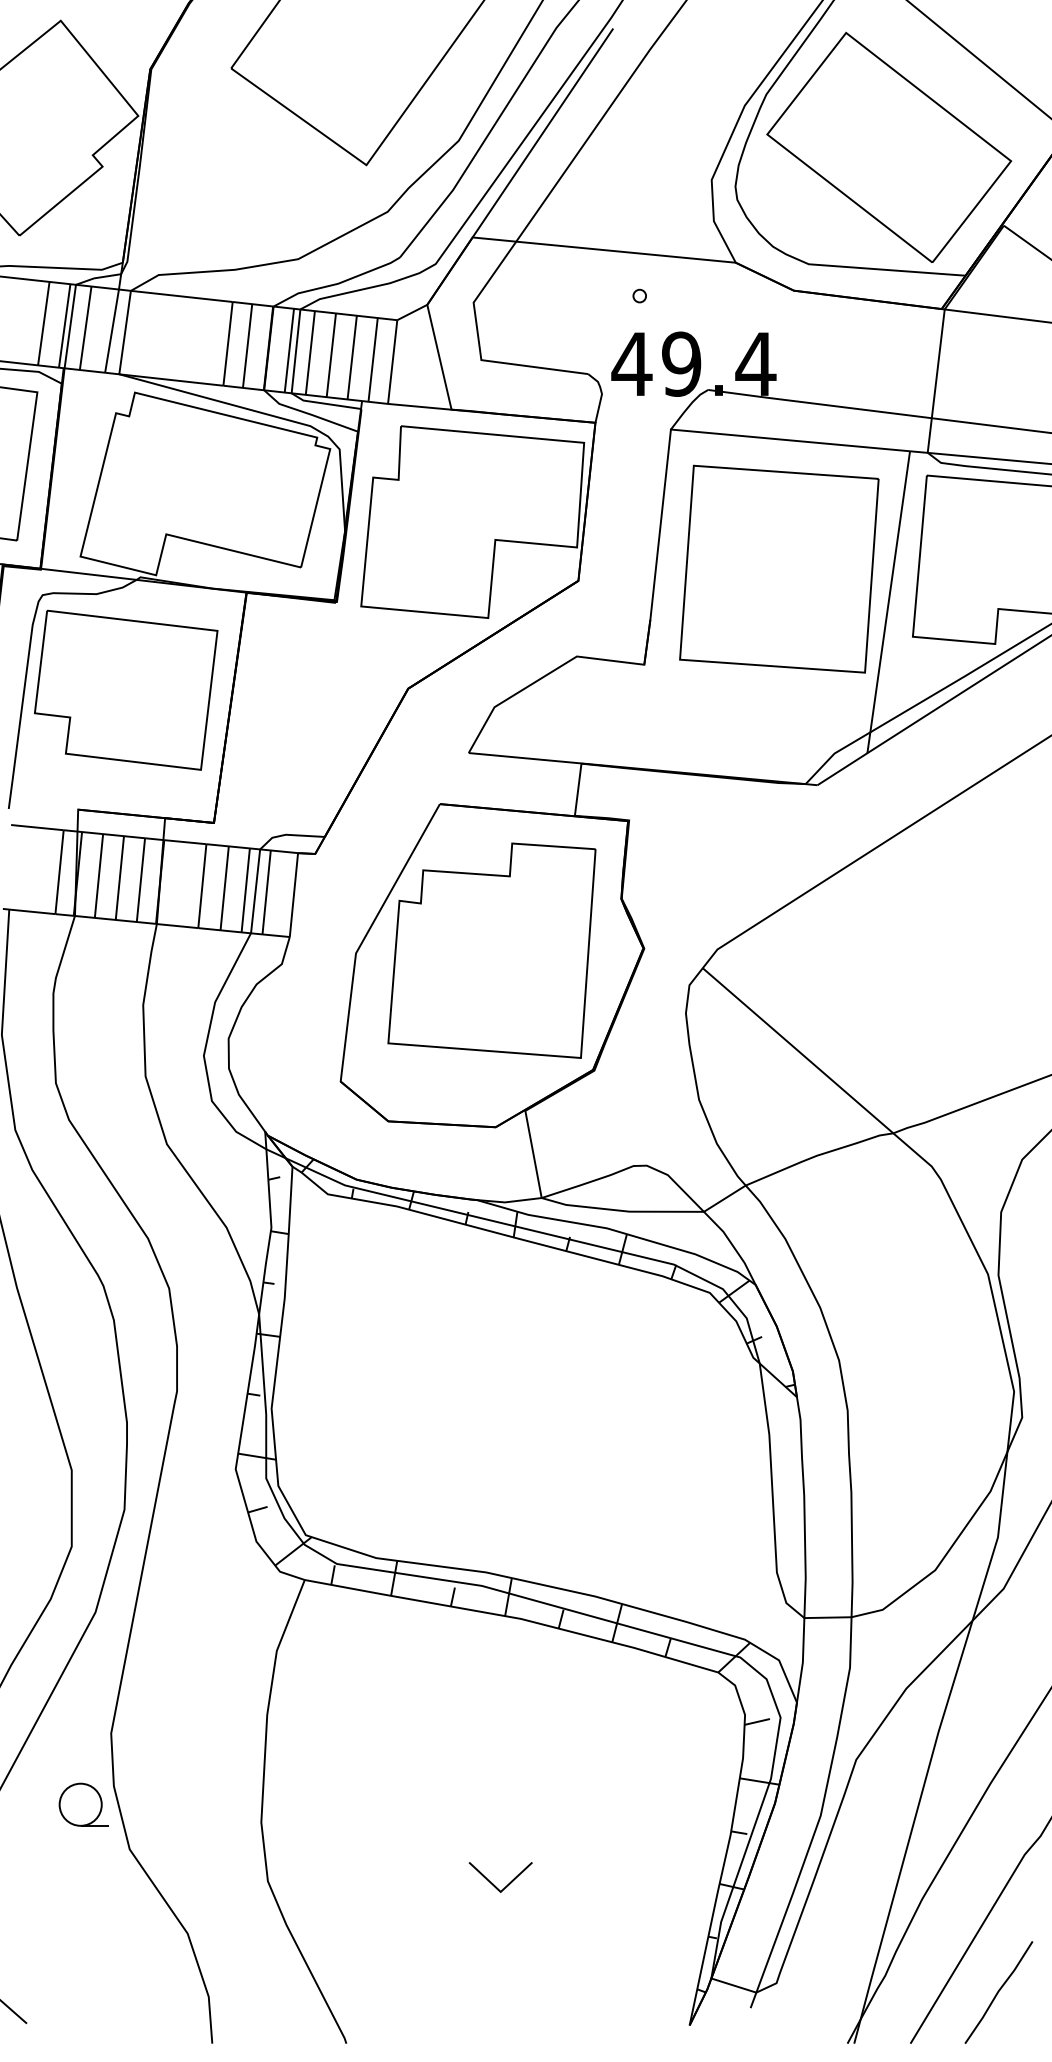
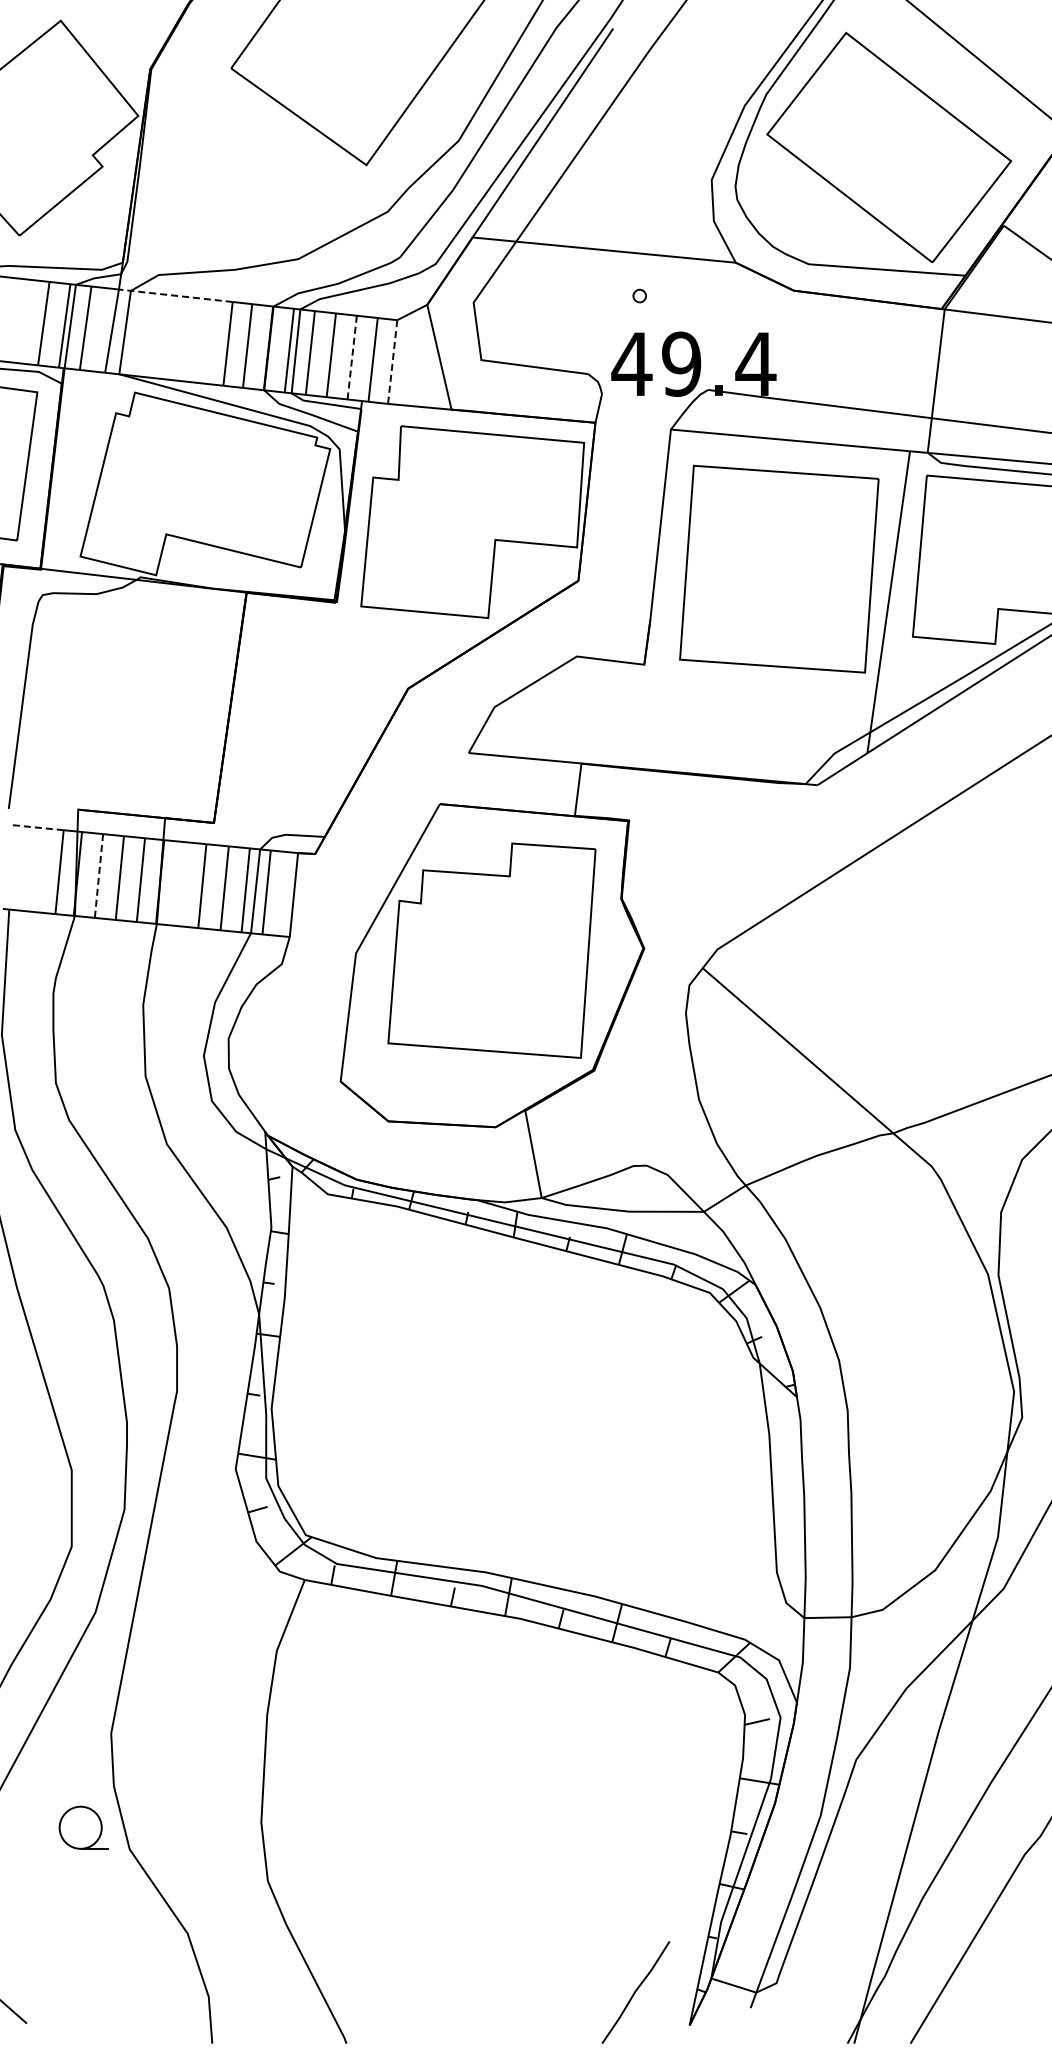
line at (174, 295): solid -> dashed
line at (352, 357): solid -> dashed
line at (392, 362): solid -> dashed
part at (126, 689): present -> none
line at (36, 827): solid -> dashed
line at (98, 876): solid -> dashed
part at (83, 1804) position: (83, 1804) -> (83, 1827)
part at (493, 1883): present -> none
line at (998, 1992) position: (998, 1992) -> (635, 1992)
